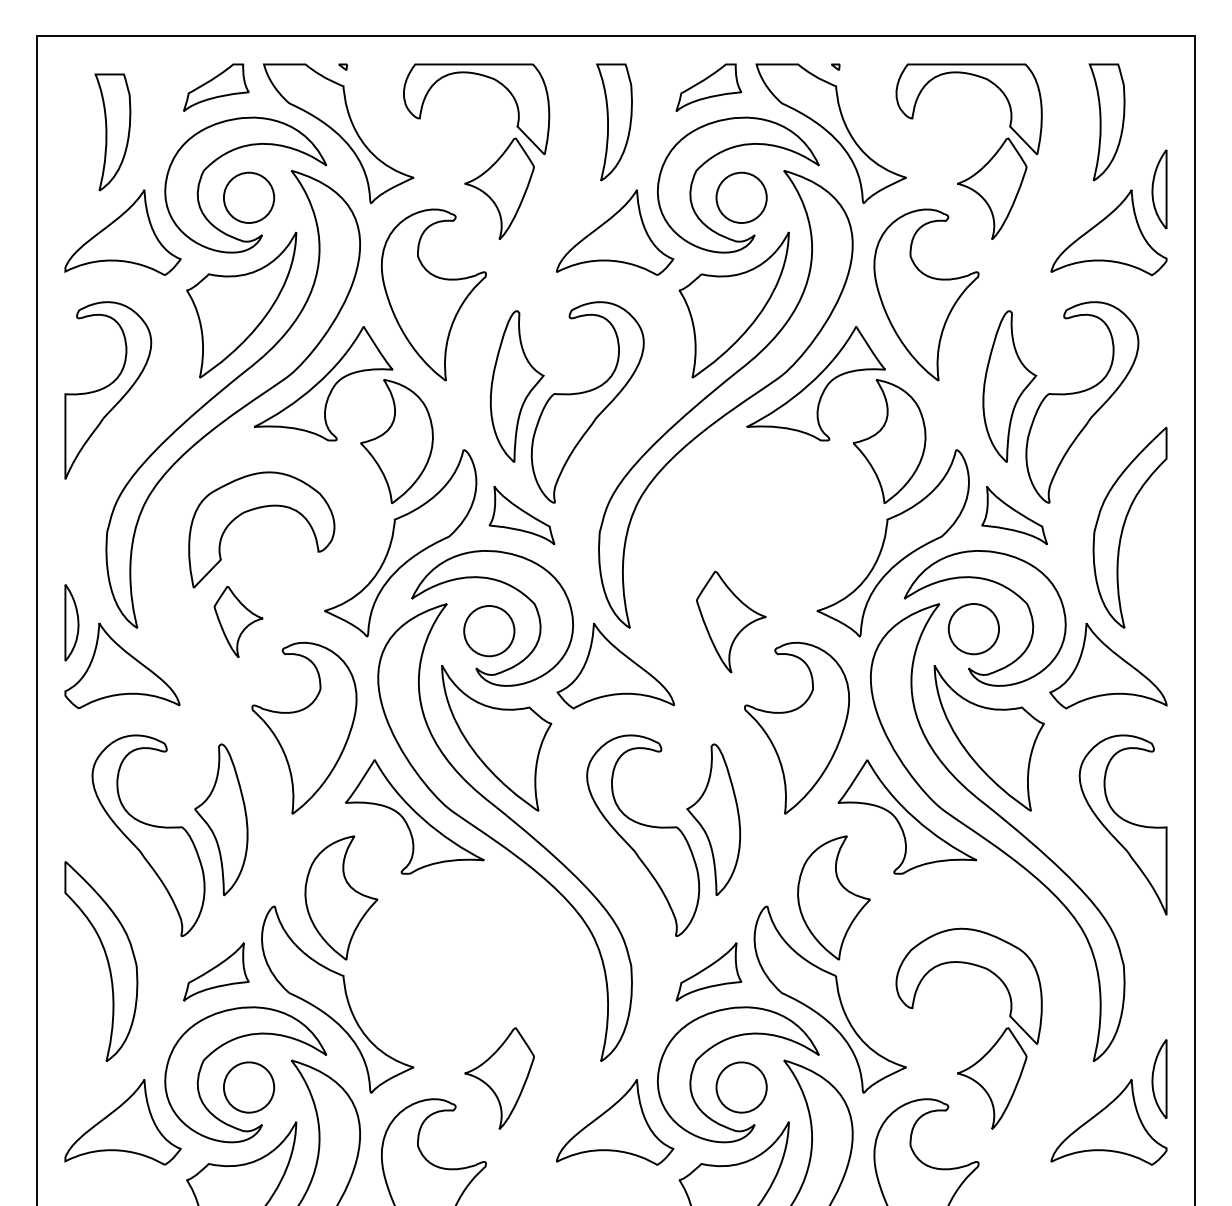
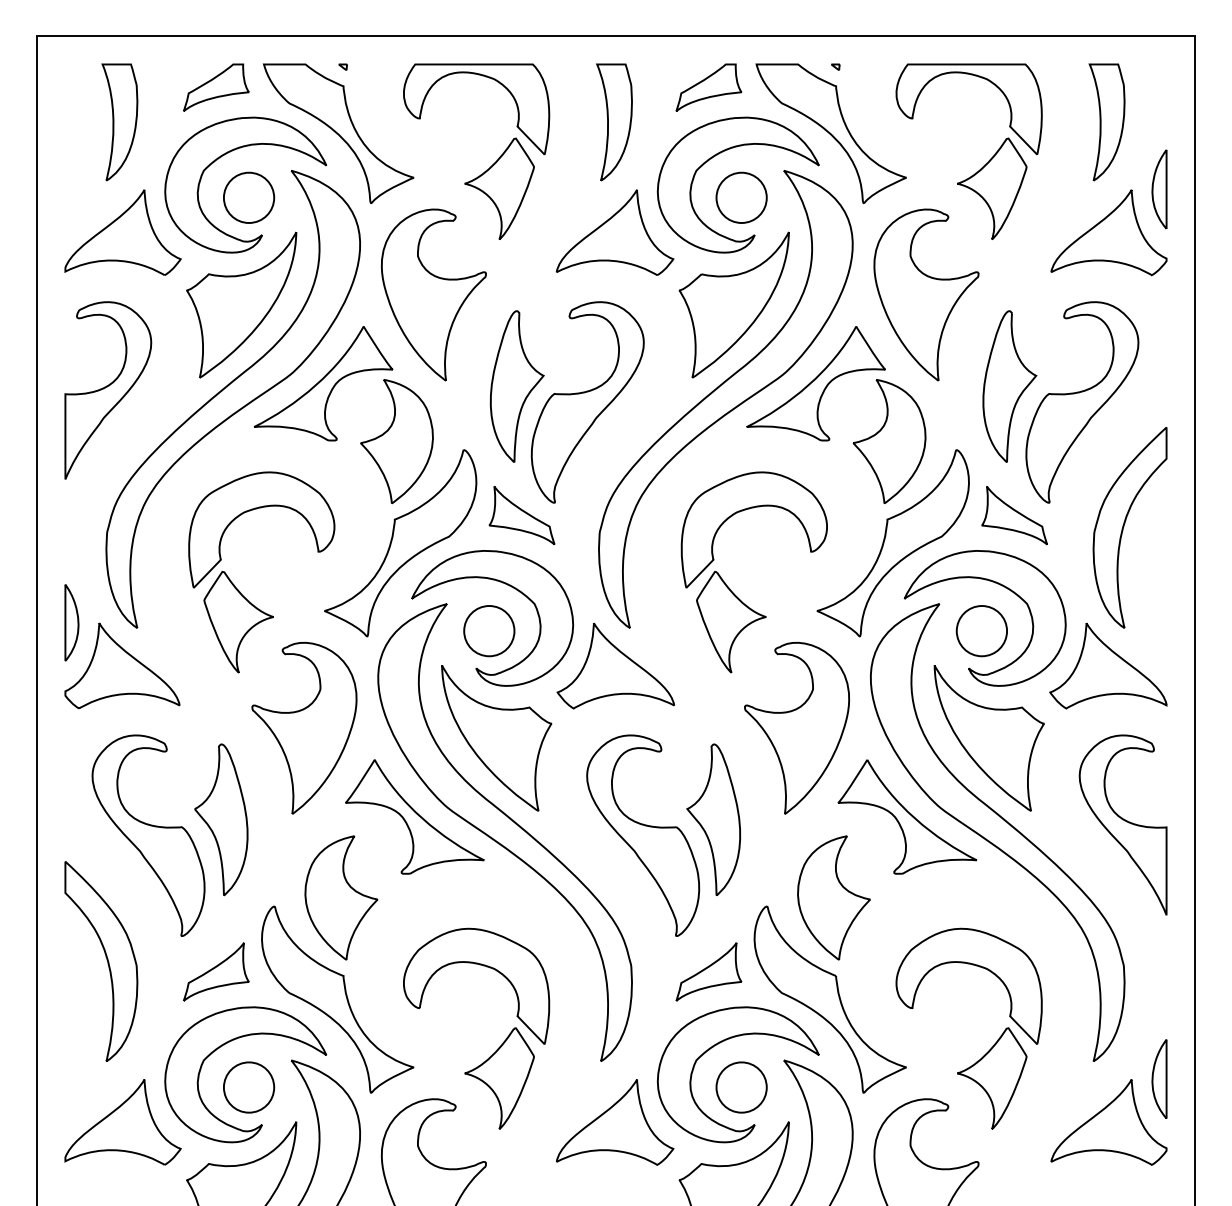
part at (112, 132) position: (112, 132) -> (119, 122)
part at (749, 509): none -> present
part at (238, 621) size: 51x72 px -> 71x104 px
part at (973, 629) position: (973, 629) -> (981, 631)
part at (479, 965): none -> present
